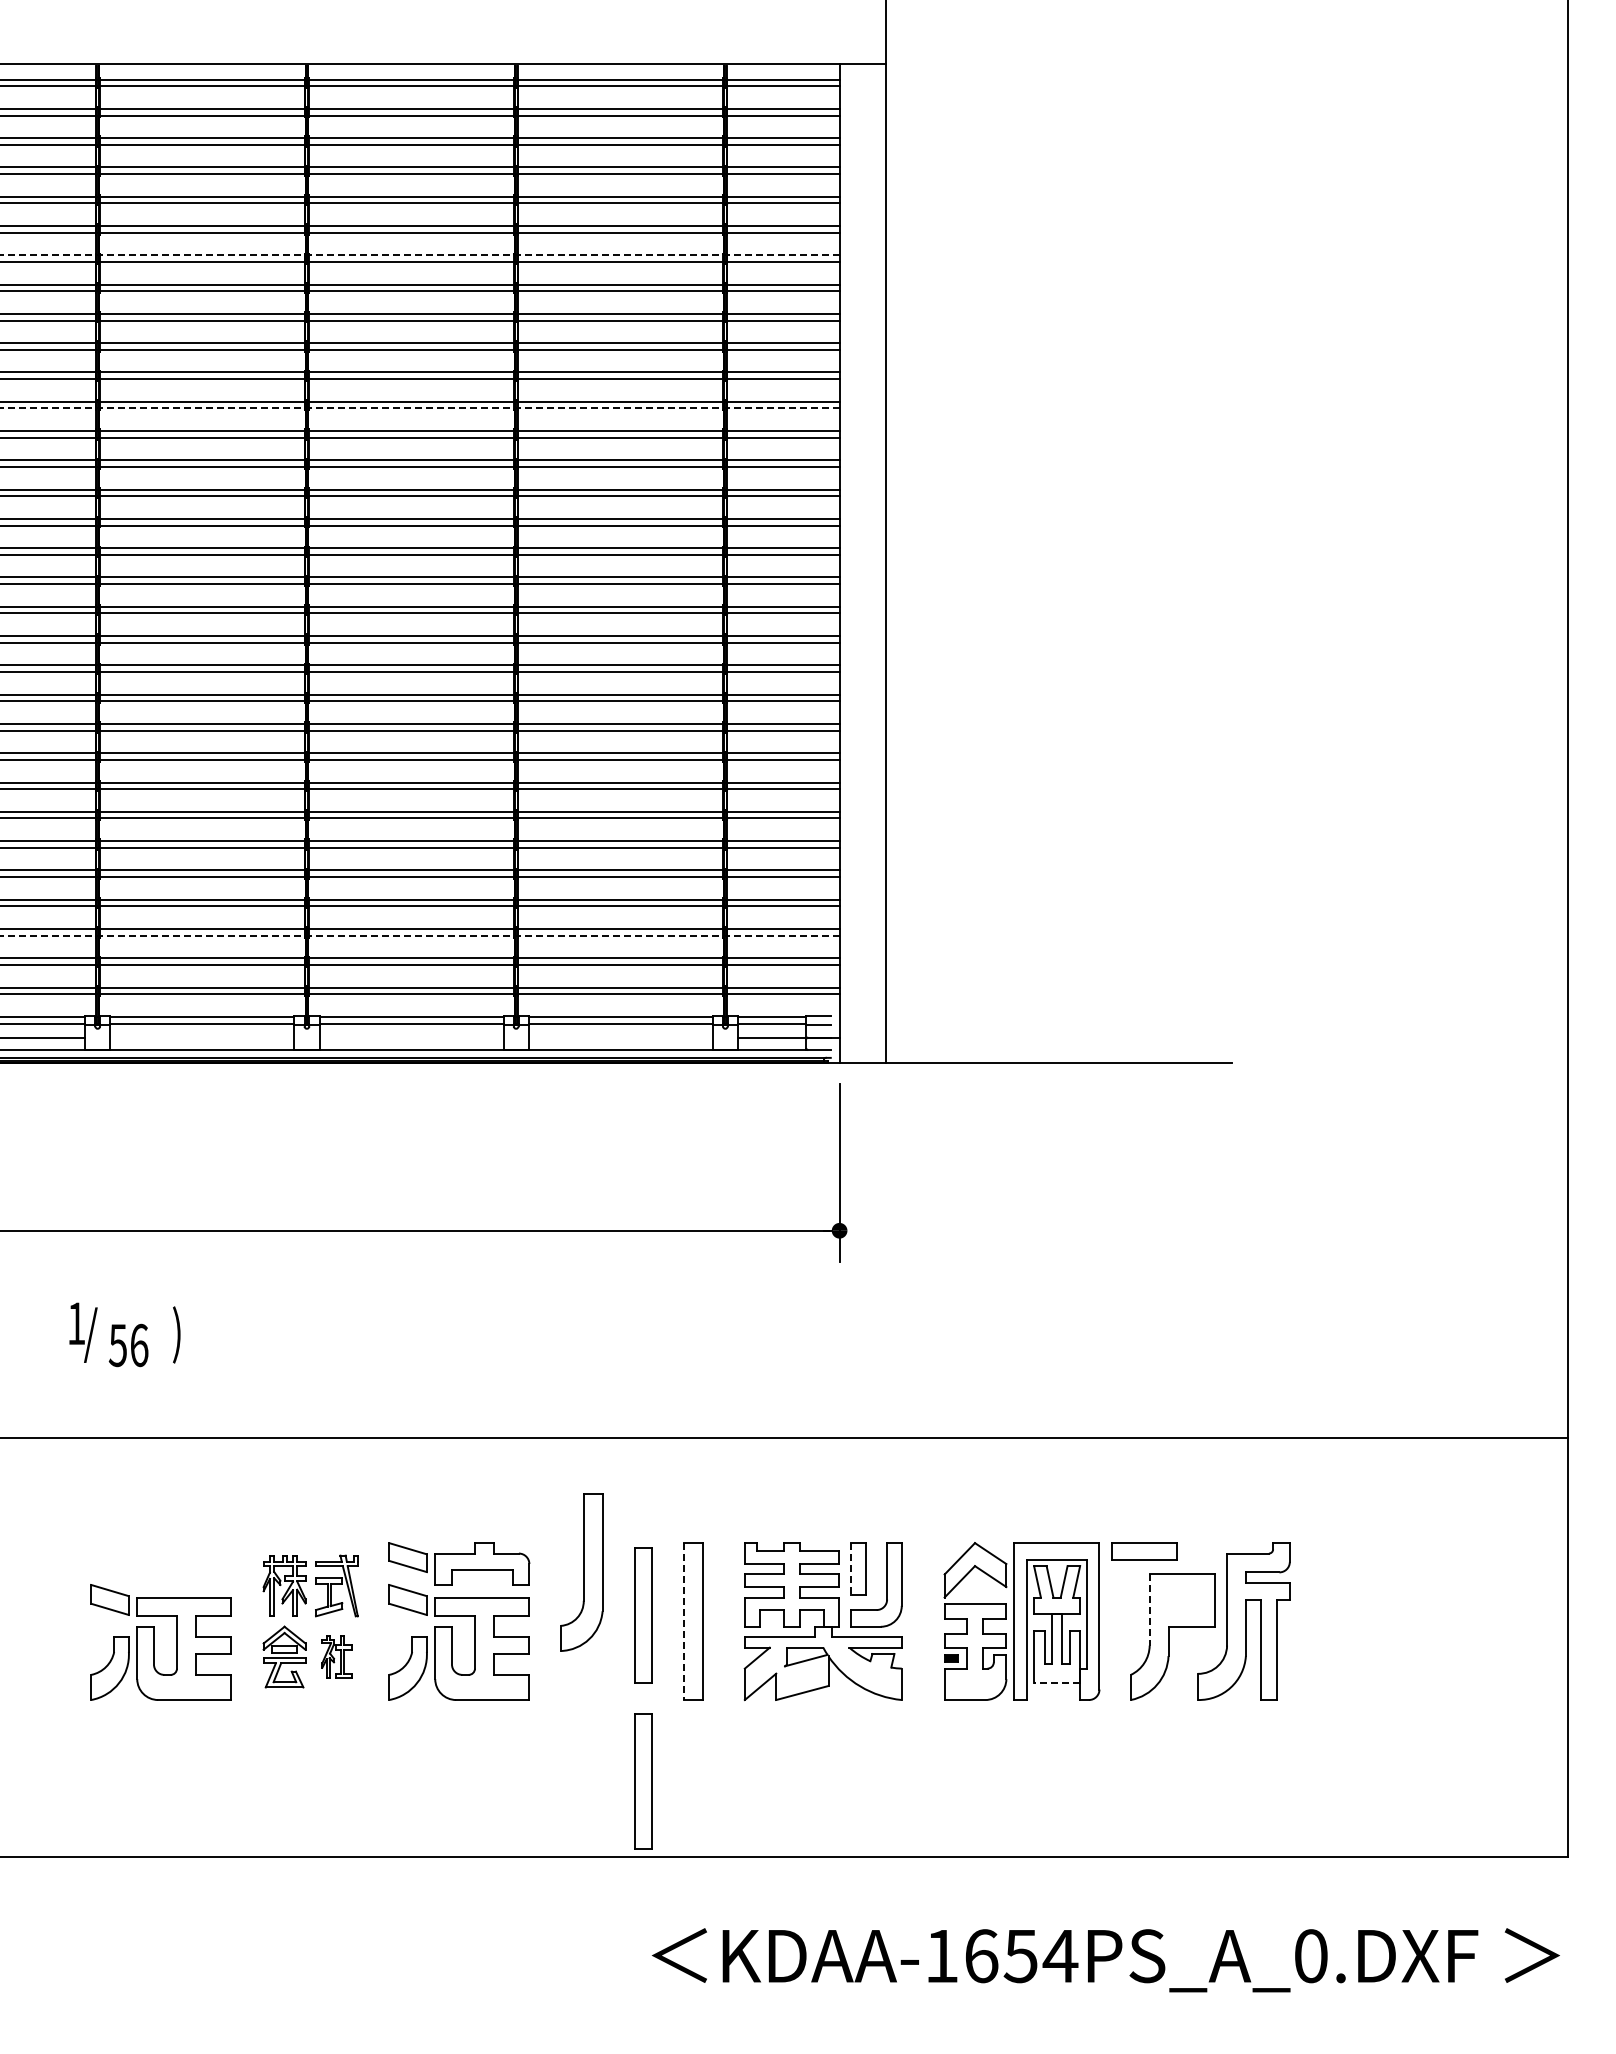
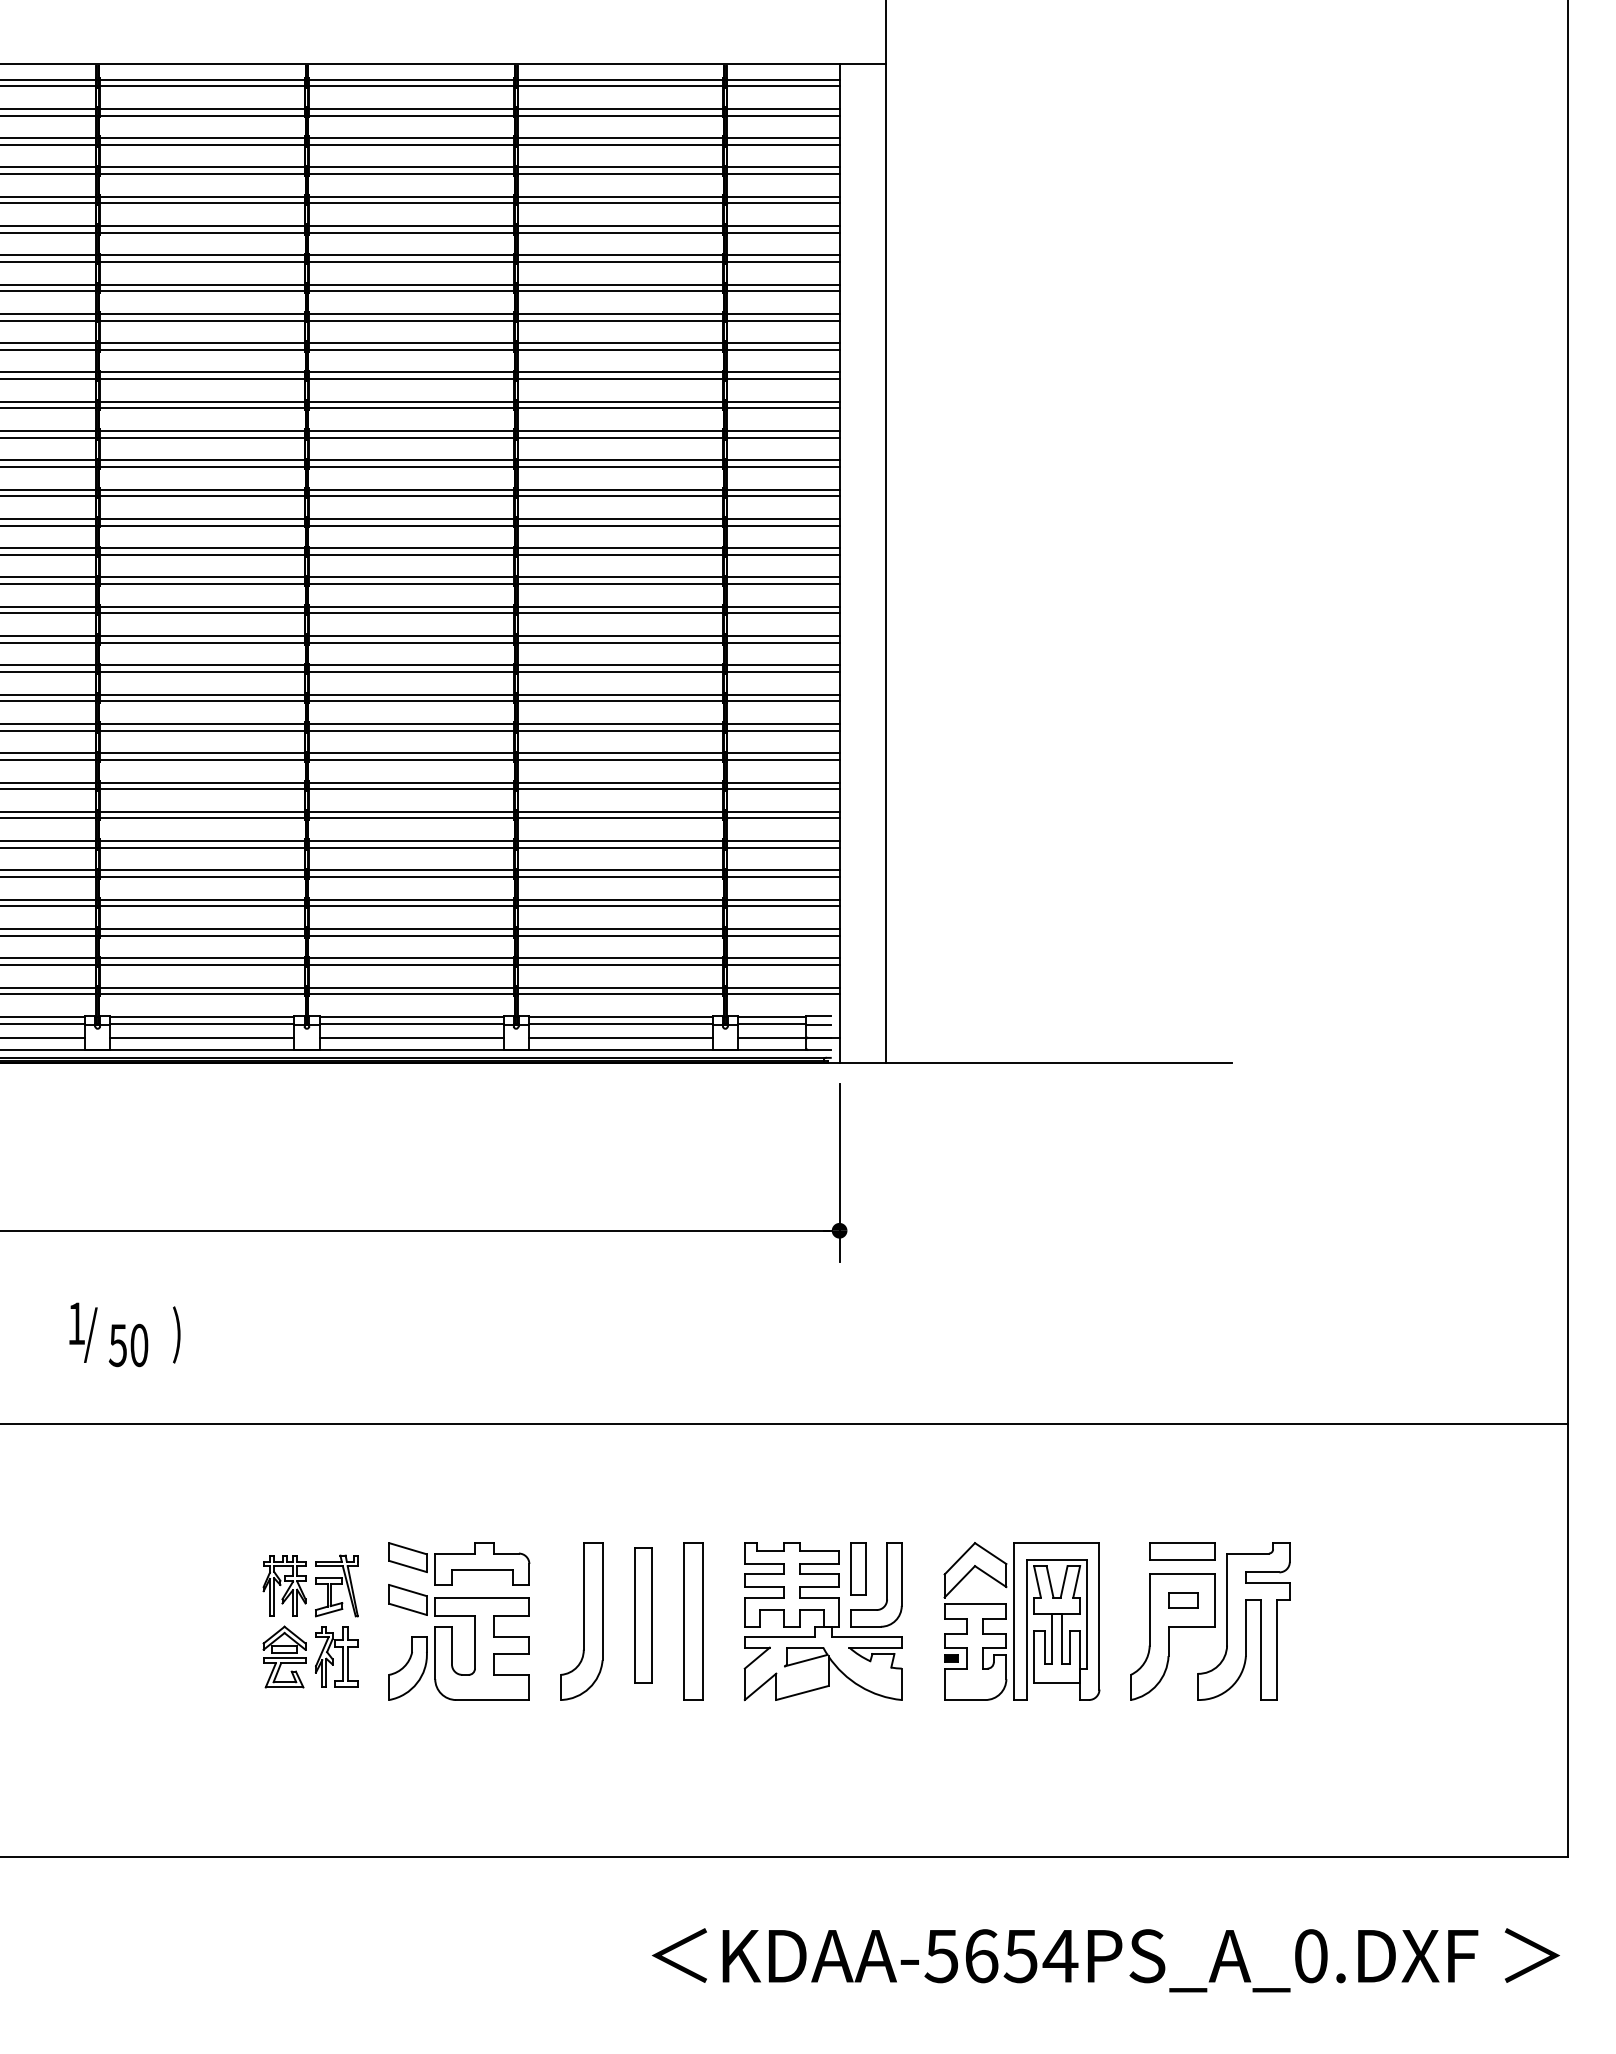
line at (419, 255): dashed -> solid
line at (419, 408): dashed -> solid
line at (419, 935): dashed -> solid
line at (202, 1037): none -> present
line at (411, 1037): none -> present
line at (620, 1037): none -> present
text at (139, 1344): 56 -> 50
line at (784, 1437) position: (784, 1437) -> (784, 1423)
part at (1144, 1551) position: (1144, 1551) -> (1182, 1551)
line at (850, 1569): dashed -> solid
part at (581, 1572) position: (581, 1572) -> (581, 1621)
part at (1183, 1600): none -> present
line at (1149, 1610): dashed -> solid
line at (684, 1622): dashed -> solid
part at (160, 1642): present -> none
part at (336, 1656) size: 32x44 px -> 44x62 px
line at (1056, 1683): dashed -> solid
part at (643, 1781): present -> none
text at (941, 1956): KDAA-1654PS_A_0.DXF -> KDAA-5654PS_A_0.DXF
